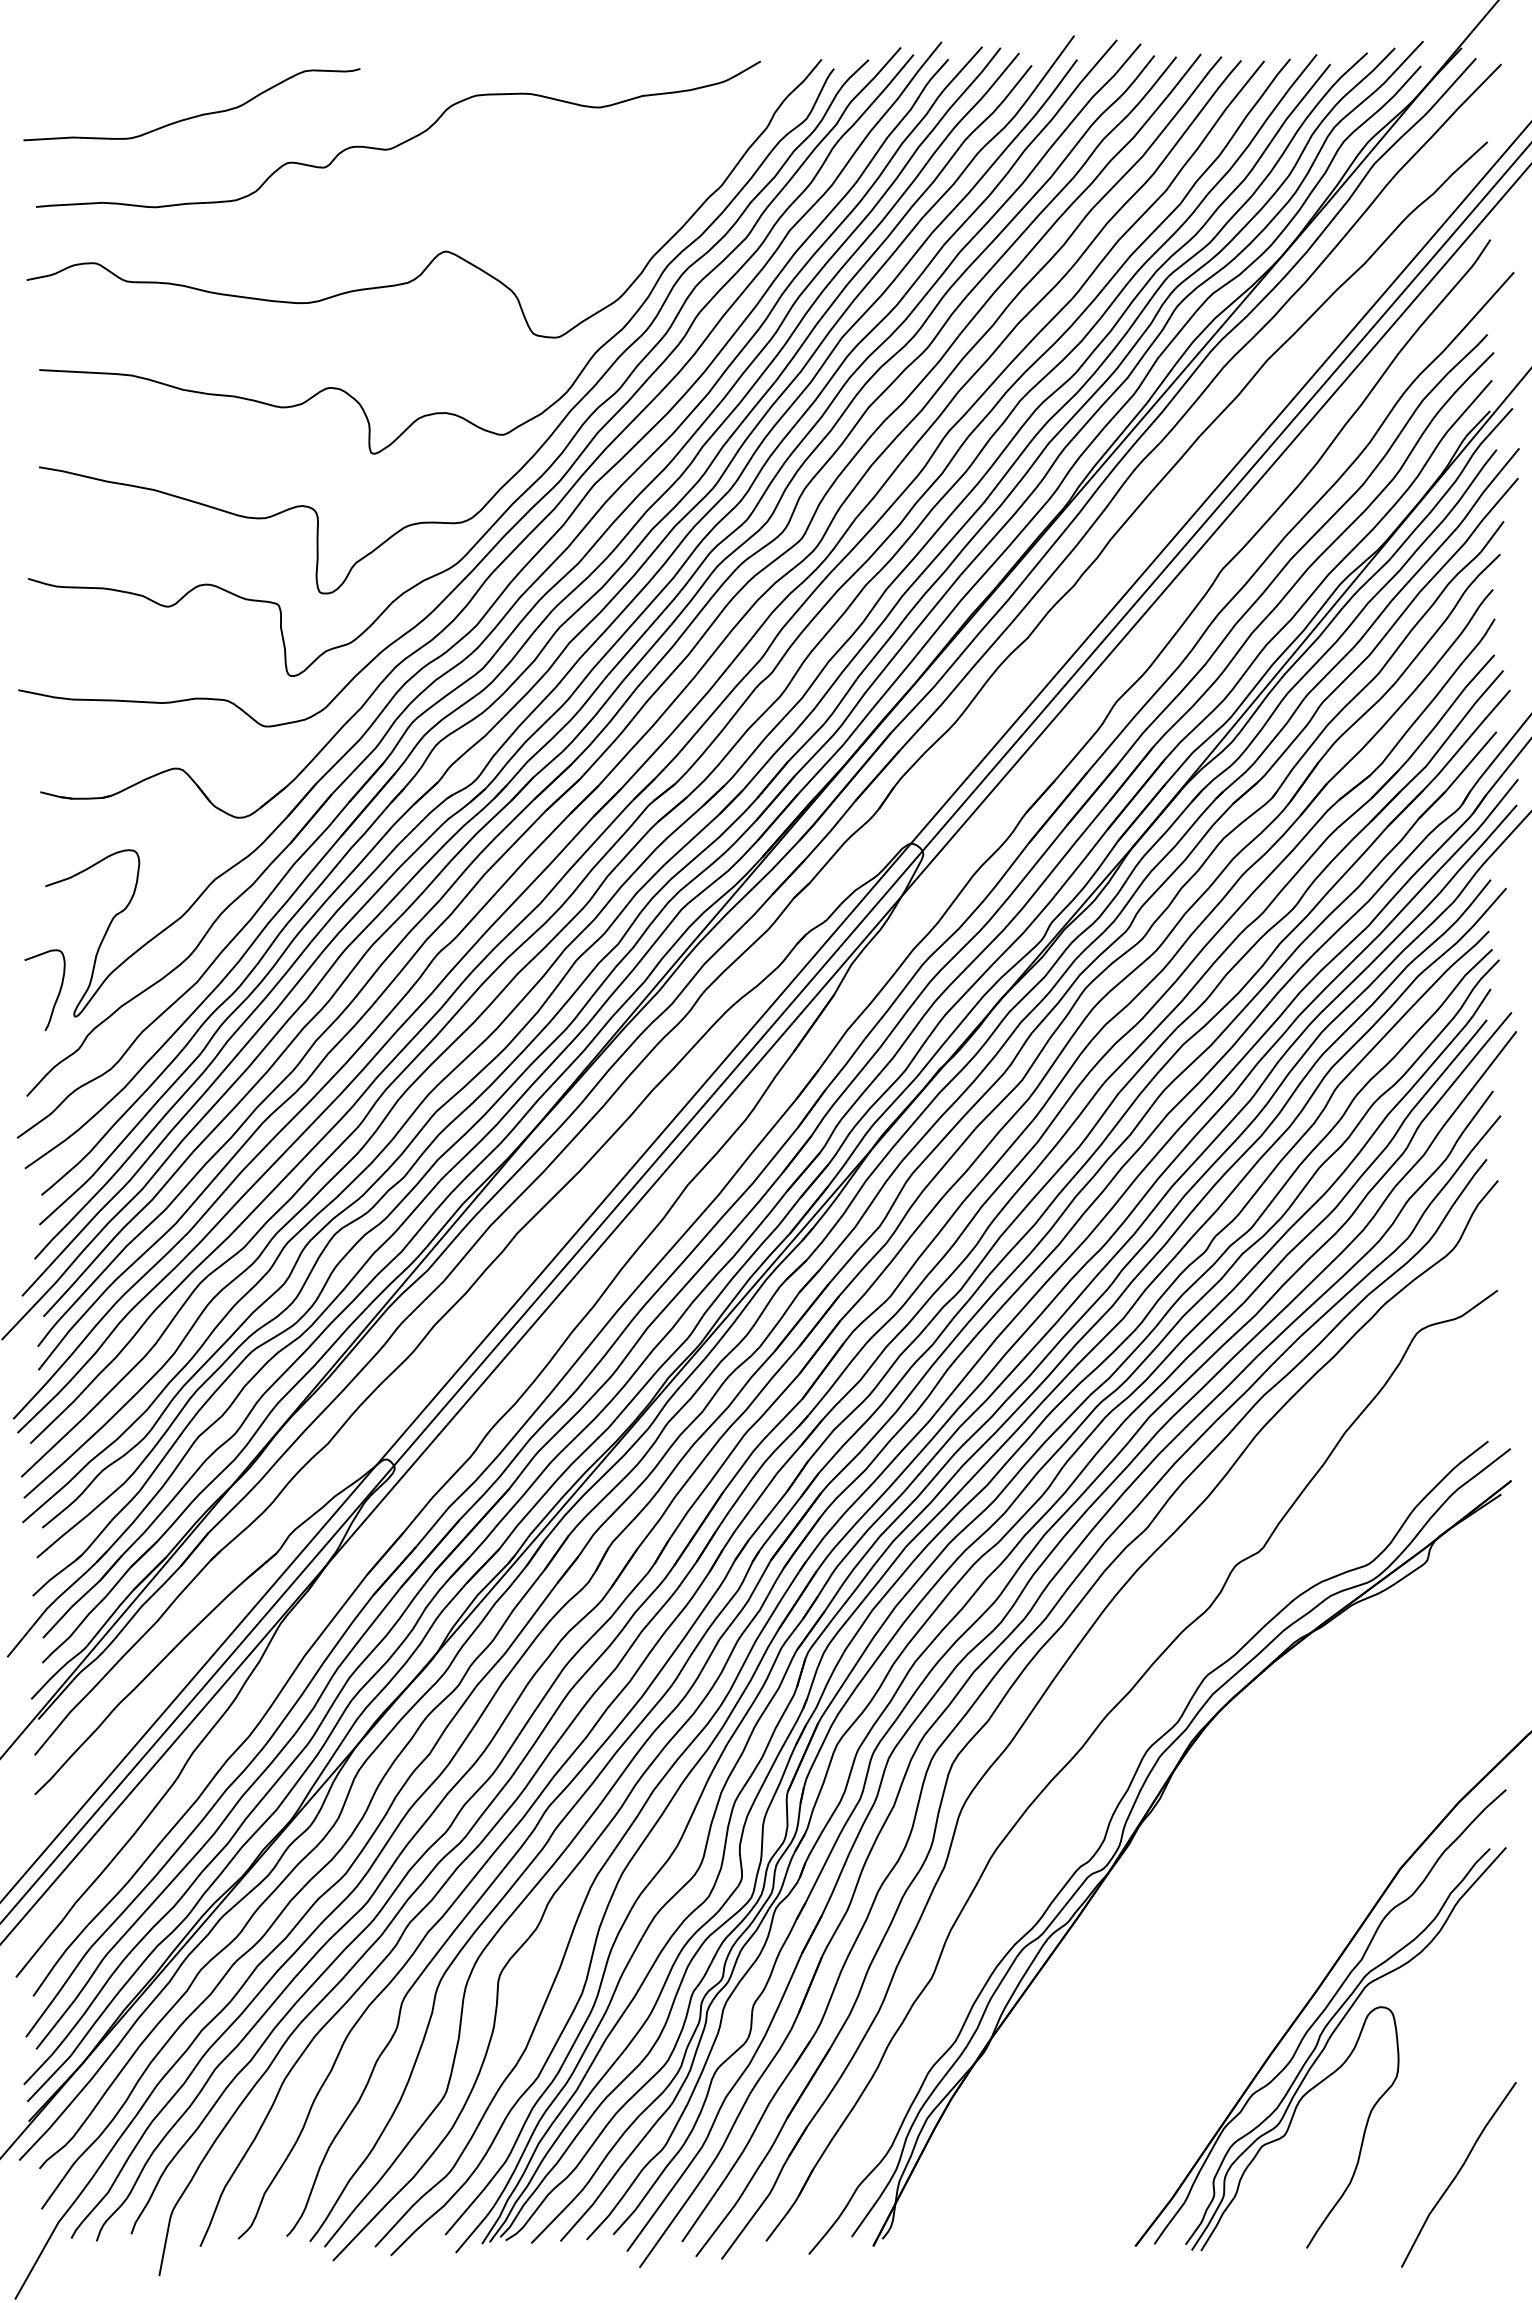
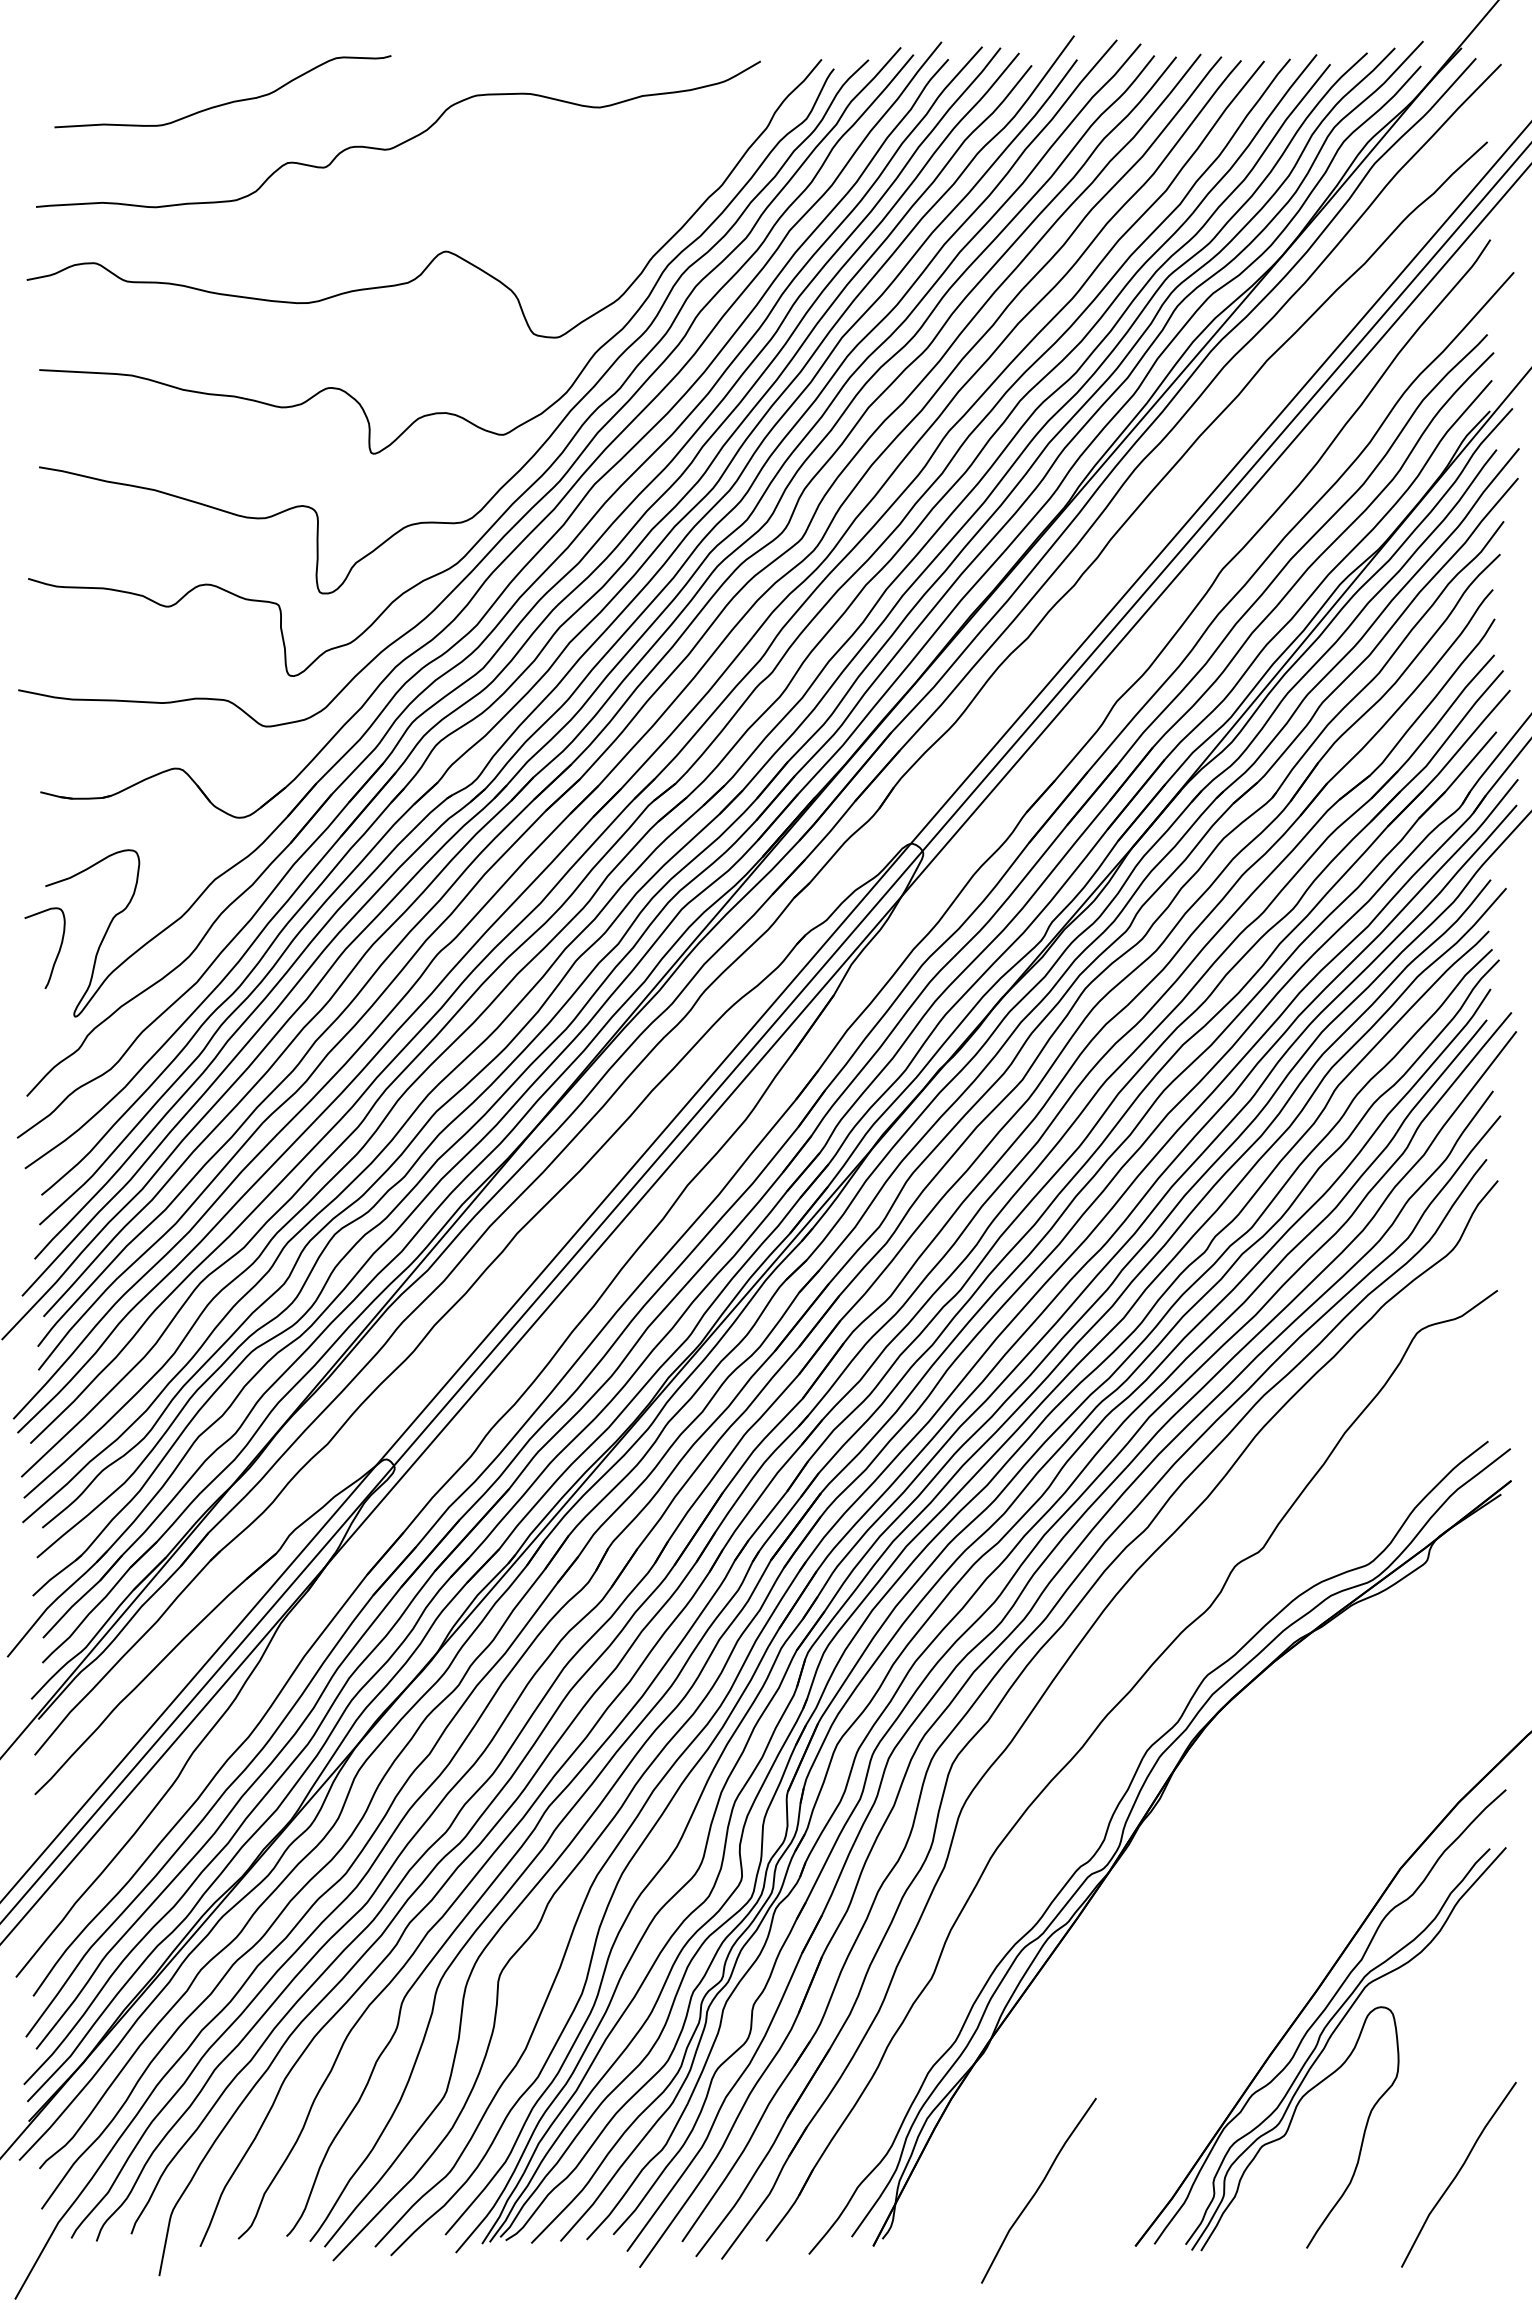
curve at (195, 115) position: (195, 115) -> (226, 102)
curve at (58, 992) position: (58, 992) -> (58, 950)
curve at (1038, 2190): none -> present
